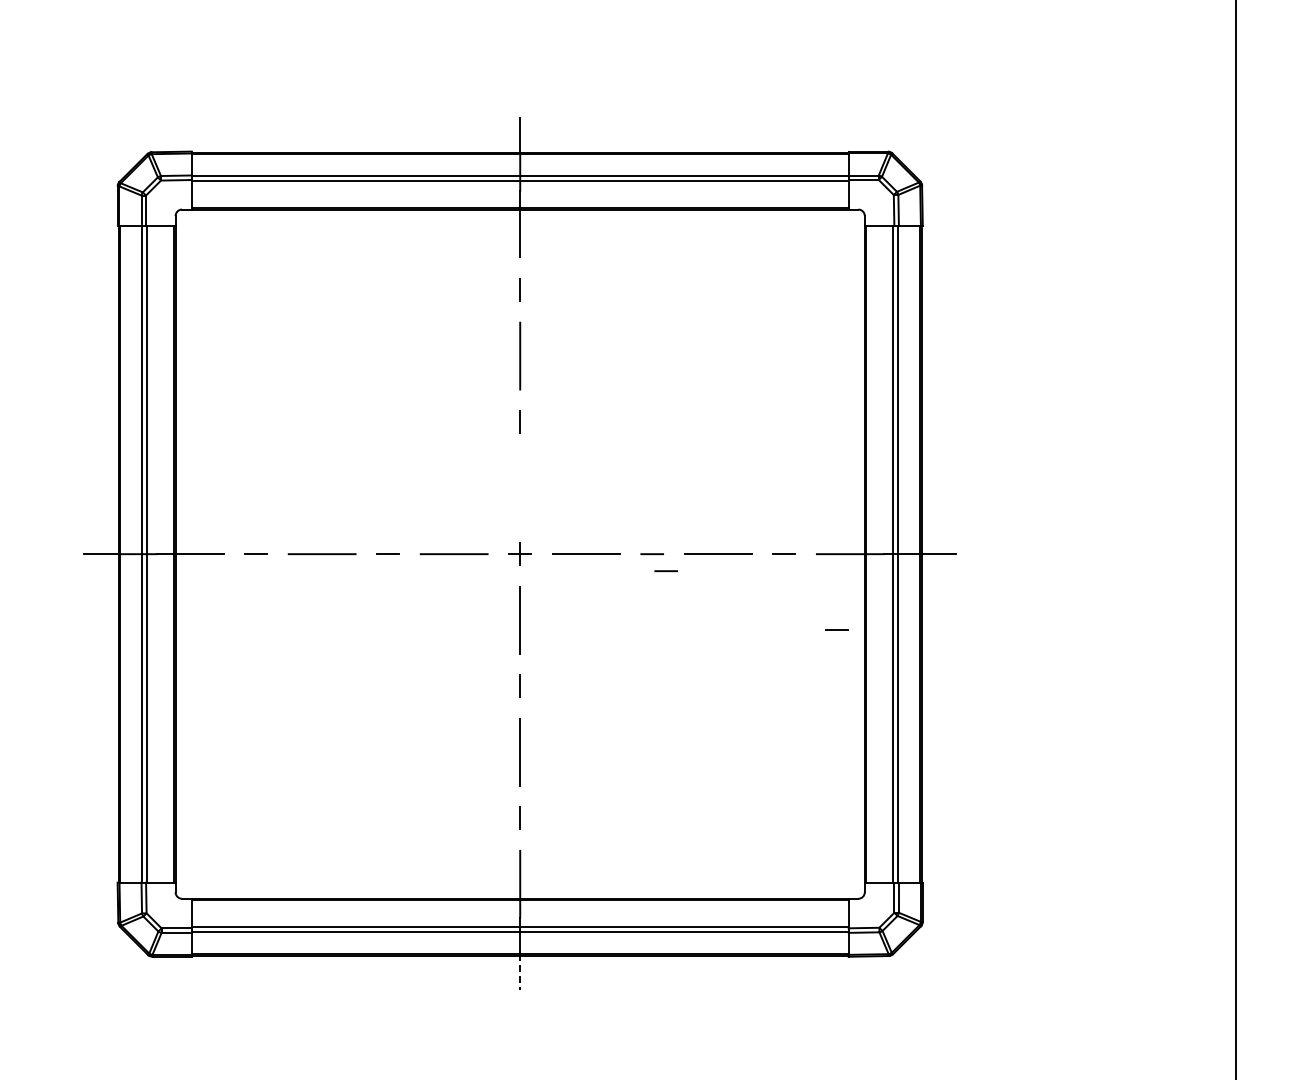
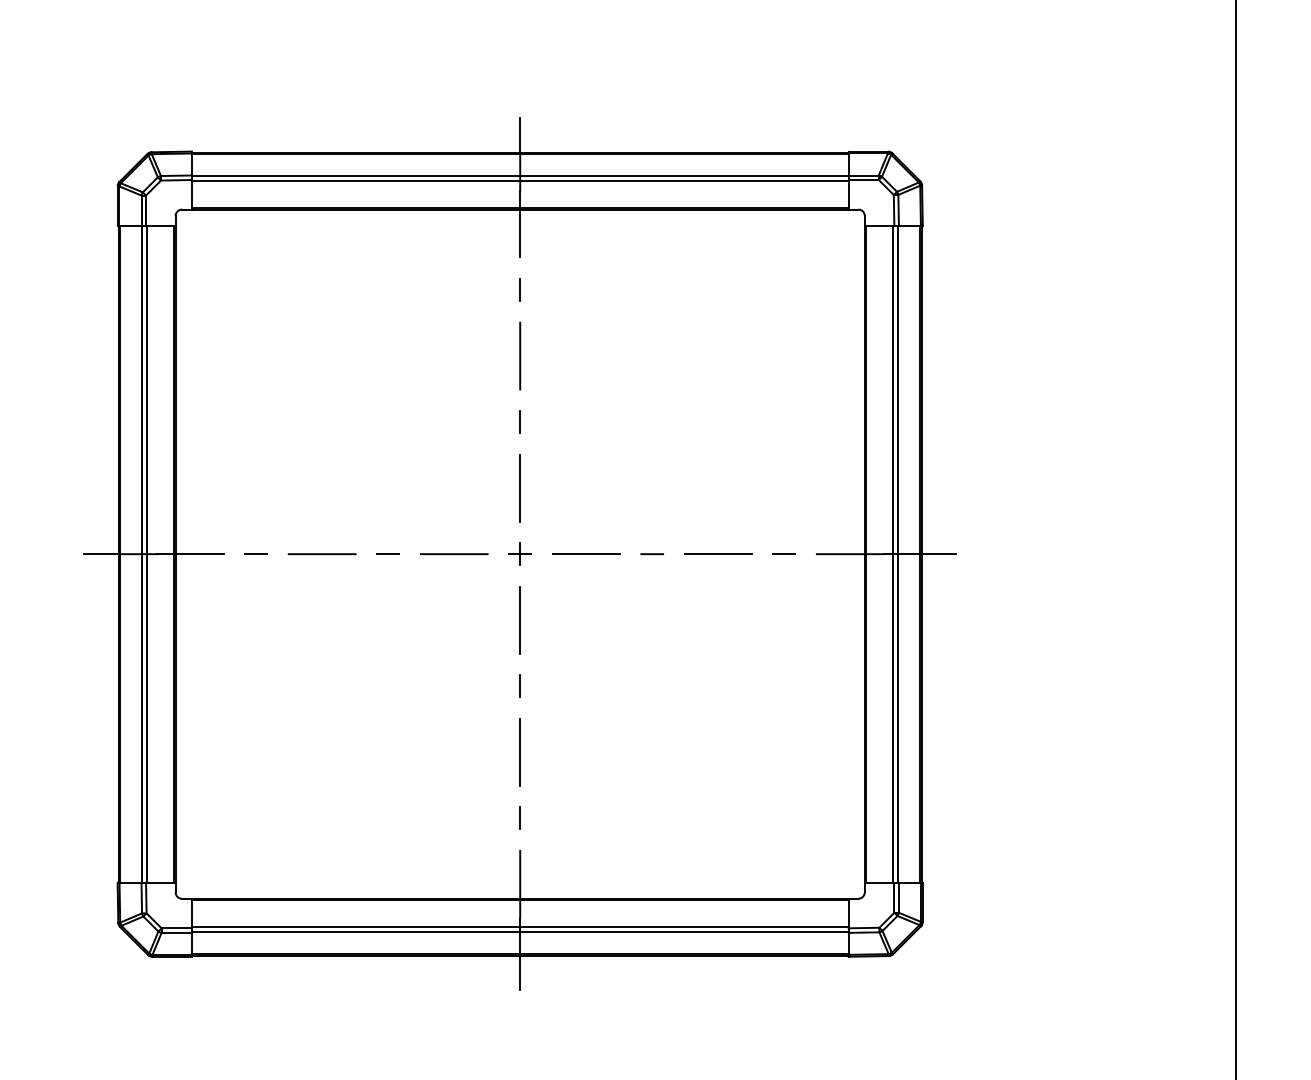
line at (520, 487): none -> present
line at (665, 571): present -> none
line at (836, 629): present -> none
line at (520, 972): dashed -> solid
